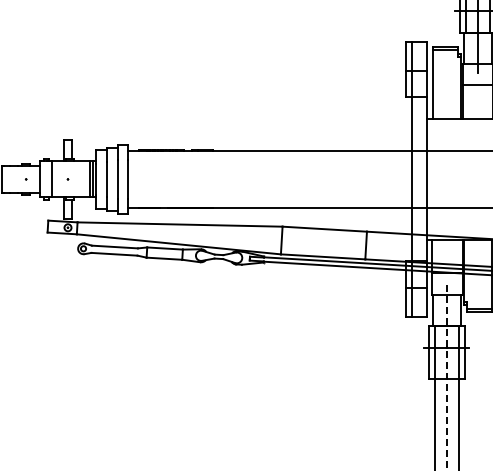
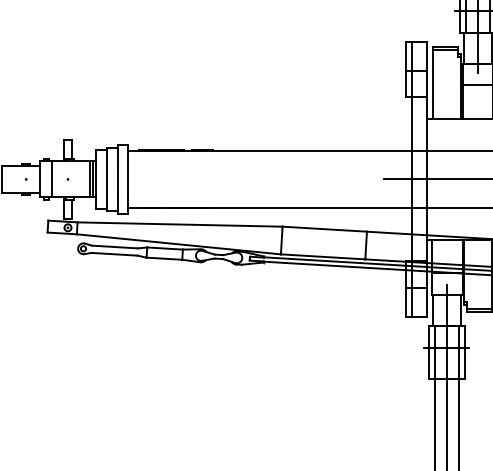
line at (436, 179): none -> present
line at (447, 378): dashed -> solid
